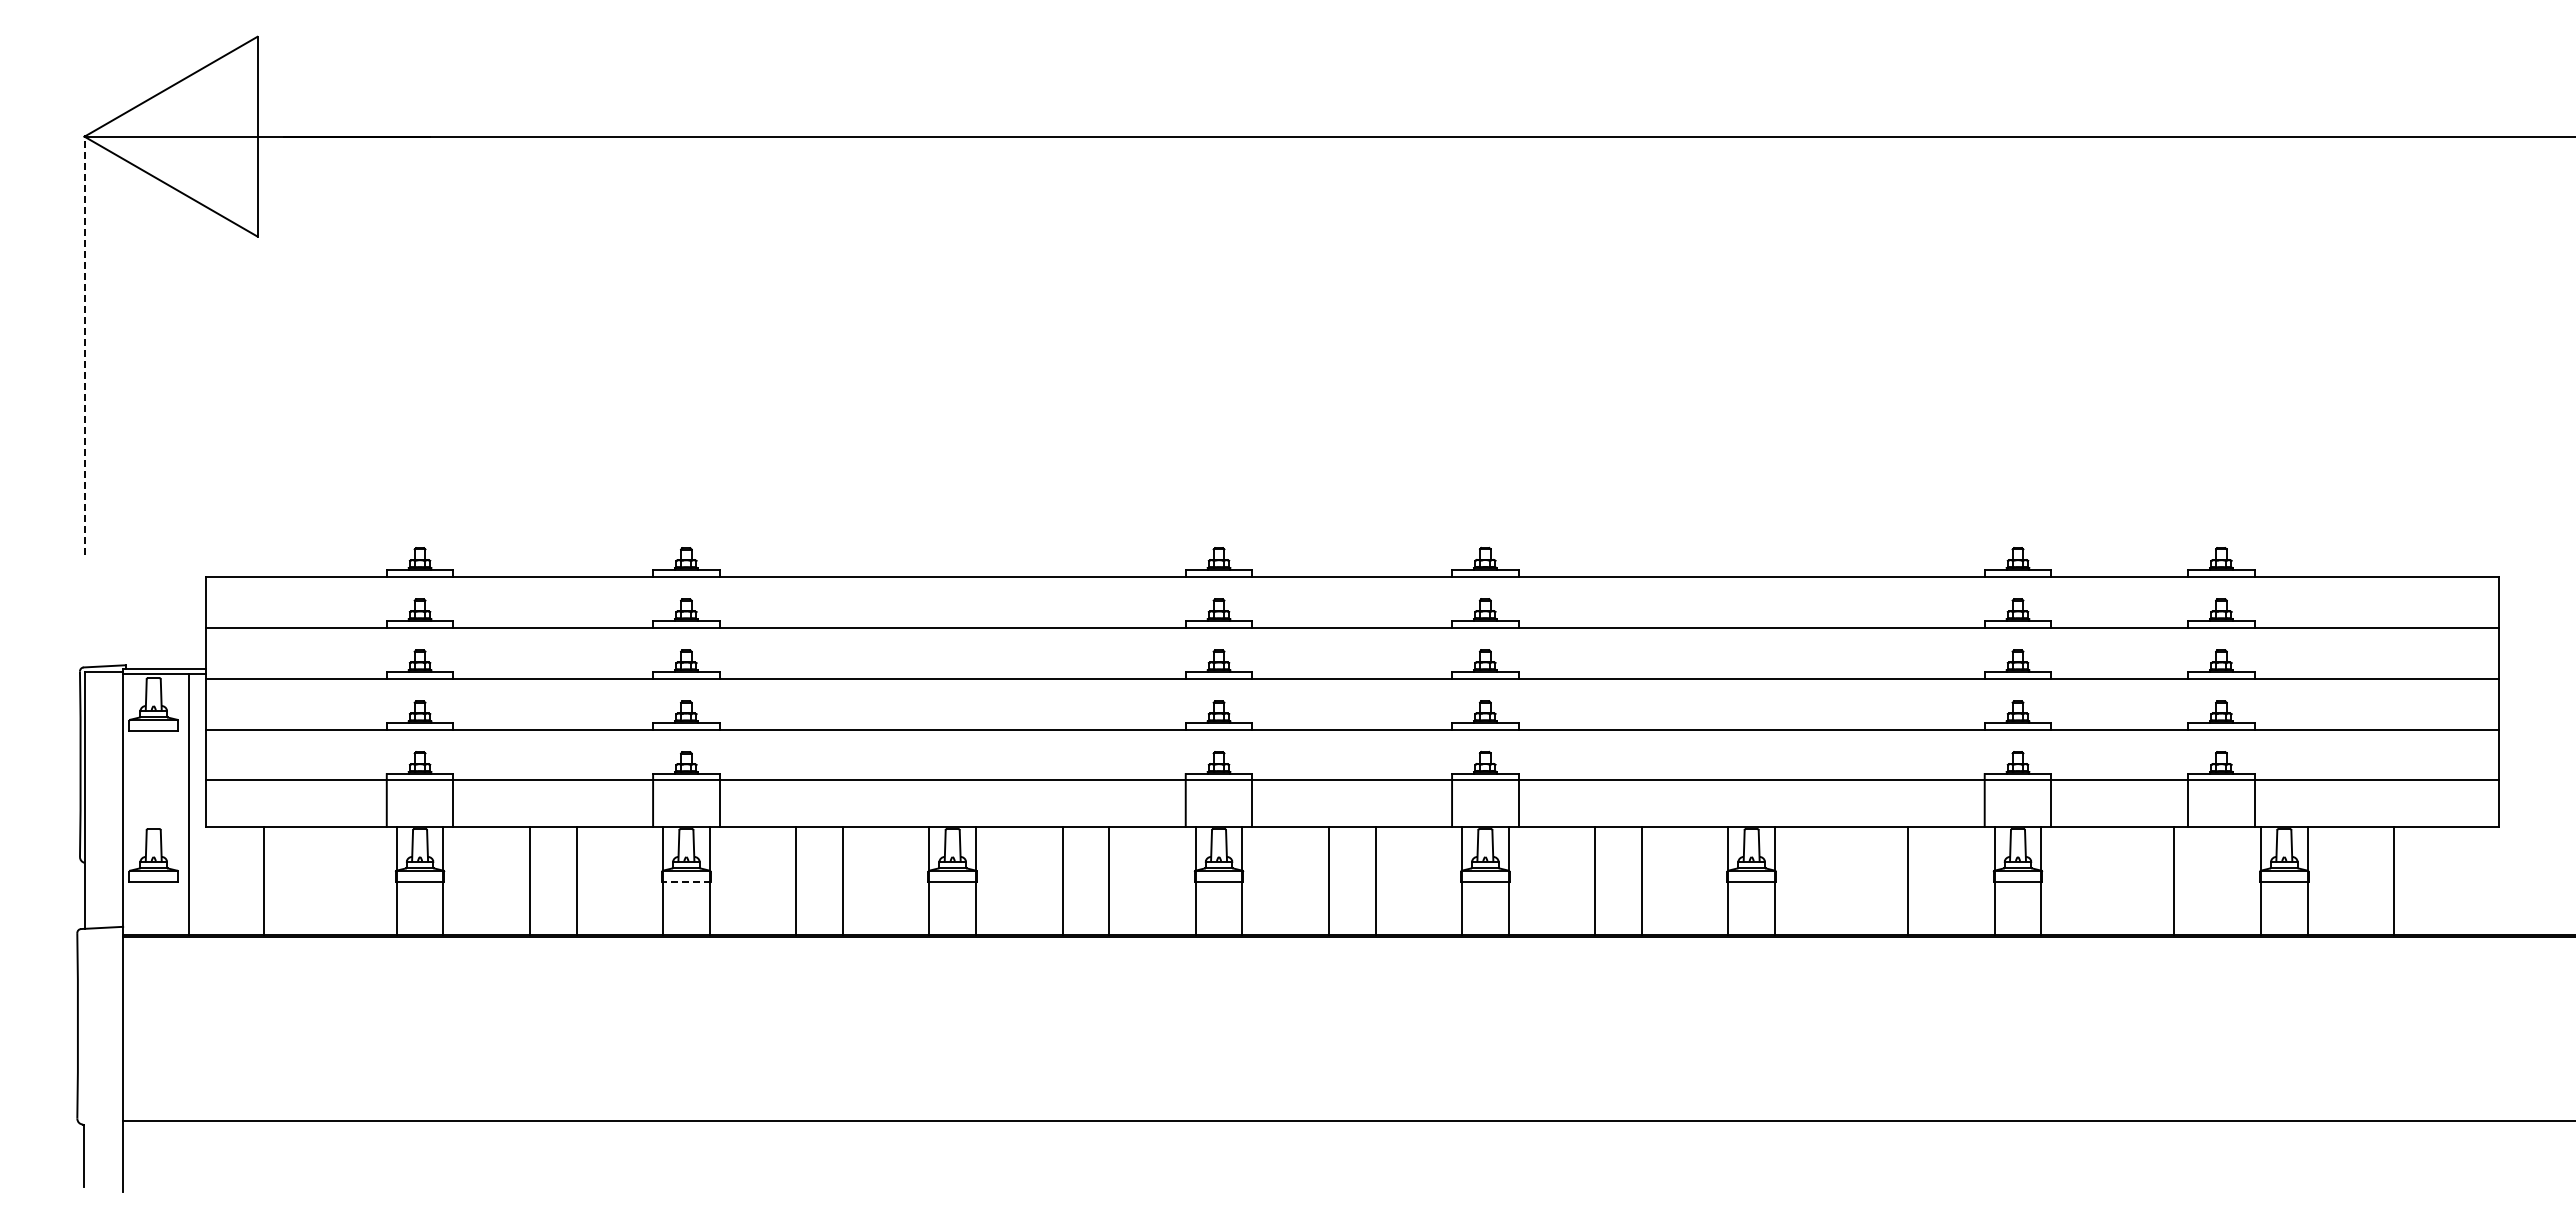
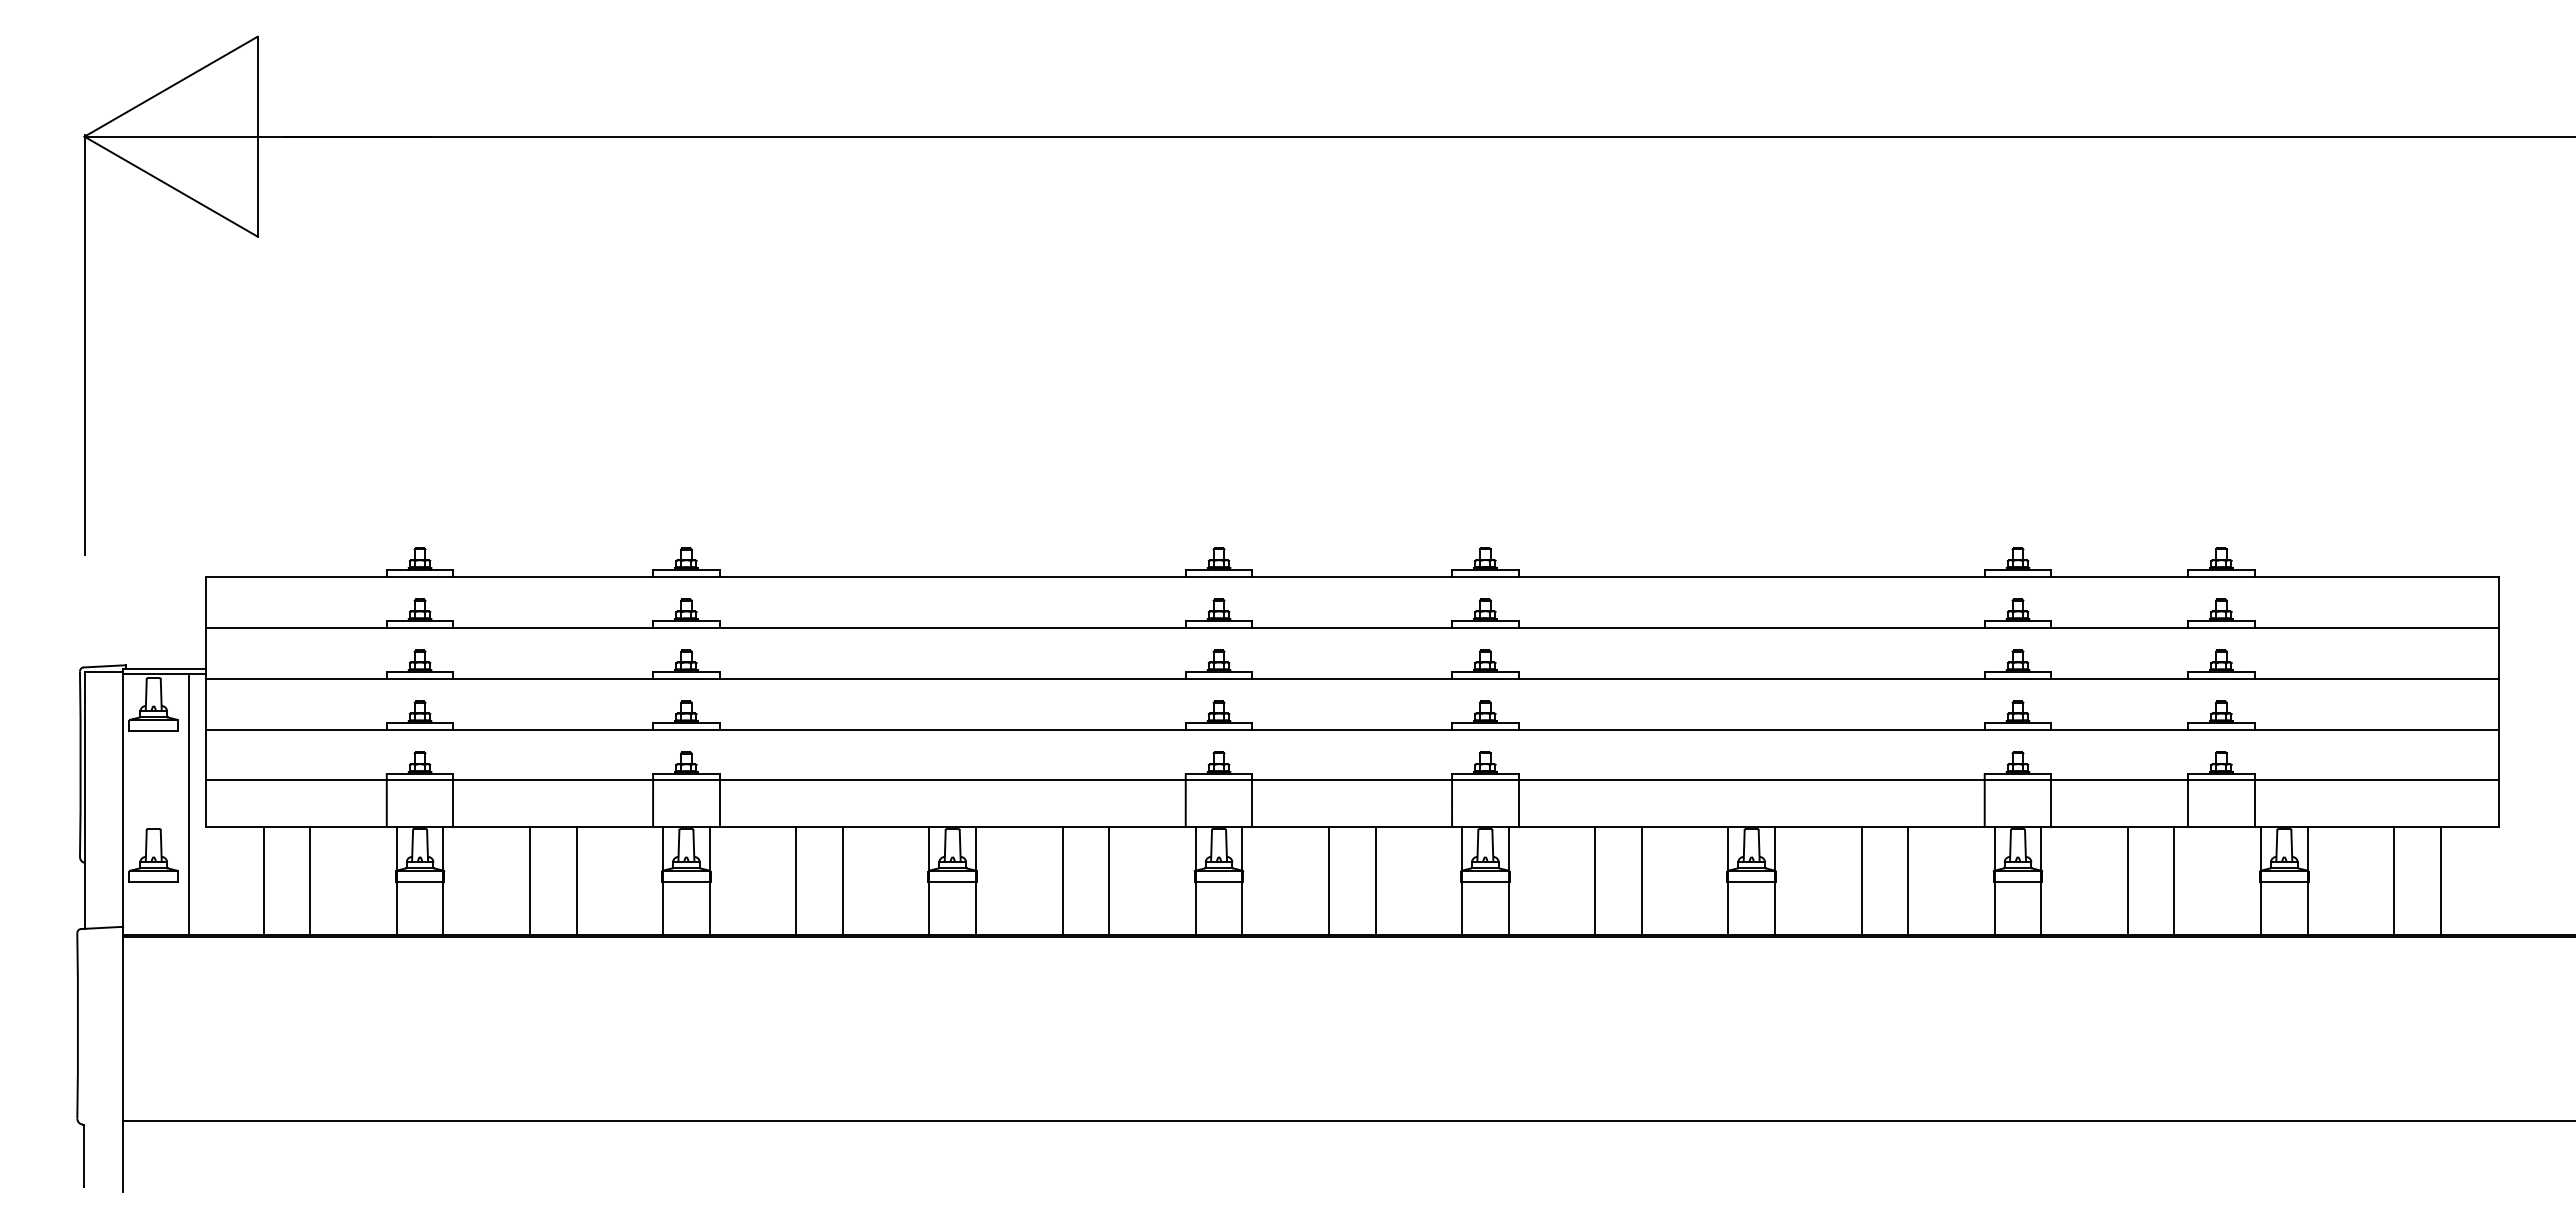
line at (84, 345): dashed -> solid
line at (310, 880): none -> present
line at (1861, 880): none -> present
line at (2127, 880): none -> present
line at (2440, 880): none -> present
line at (685, 882): dashed -> solid
